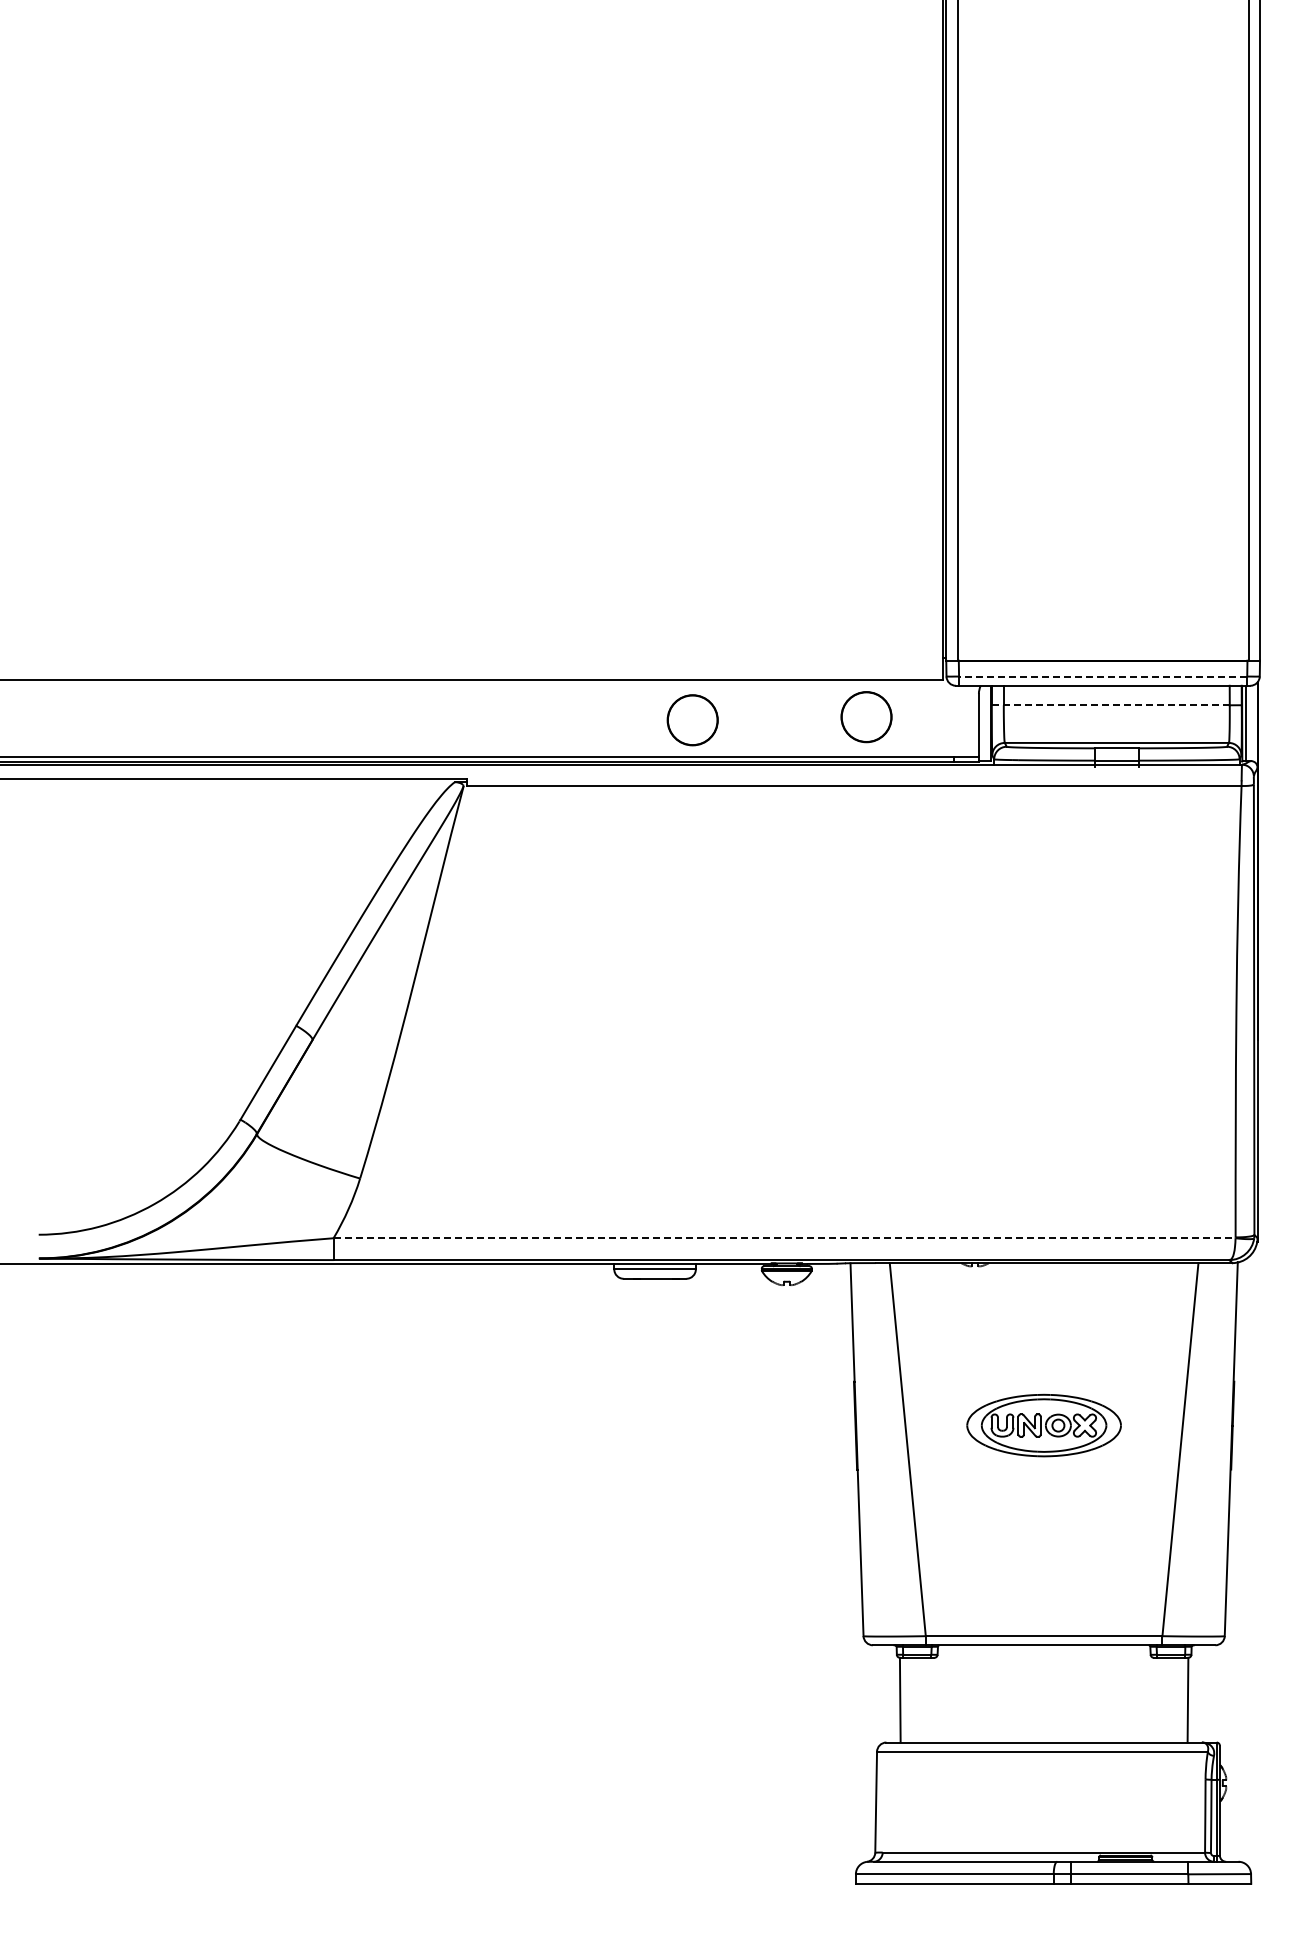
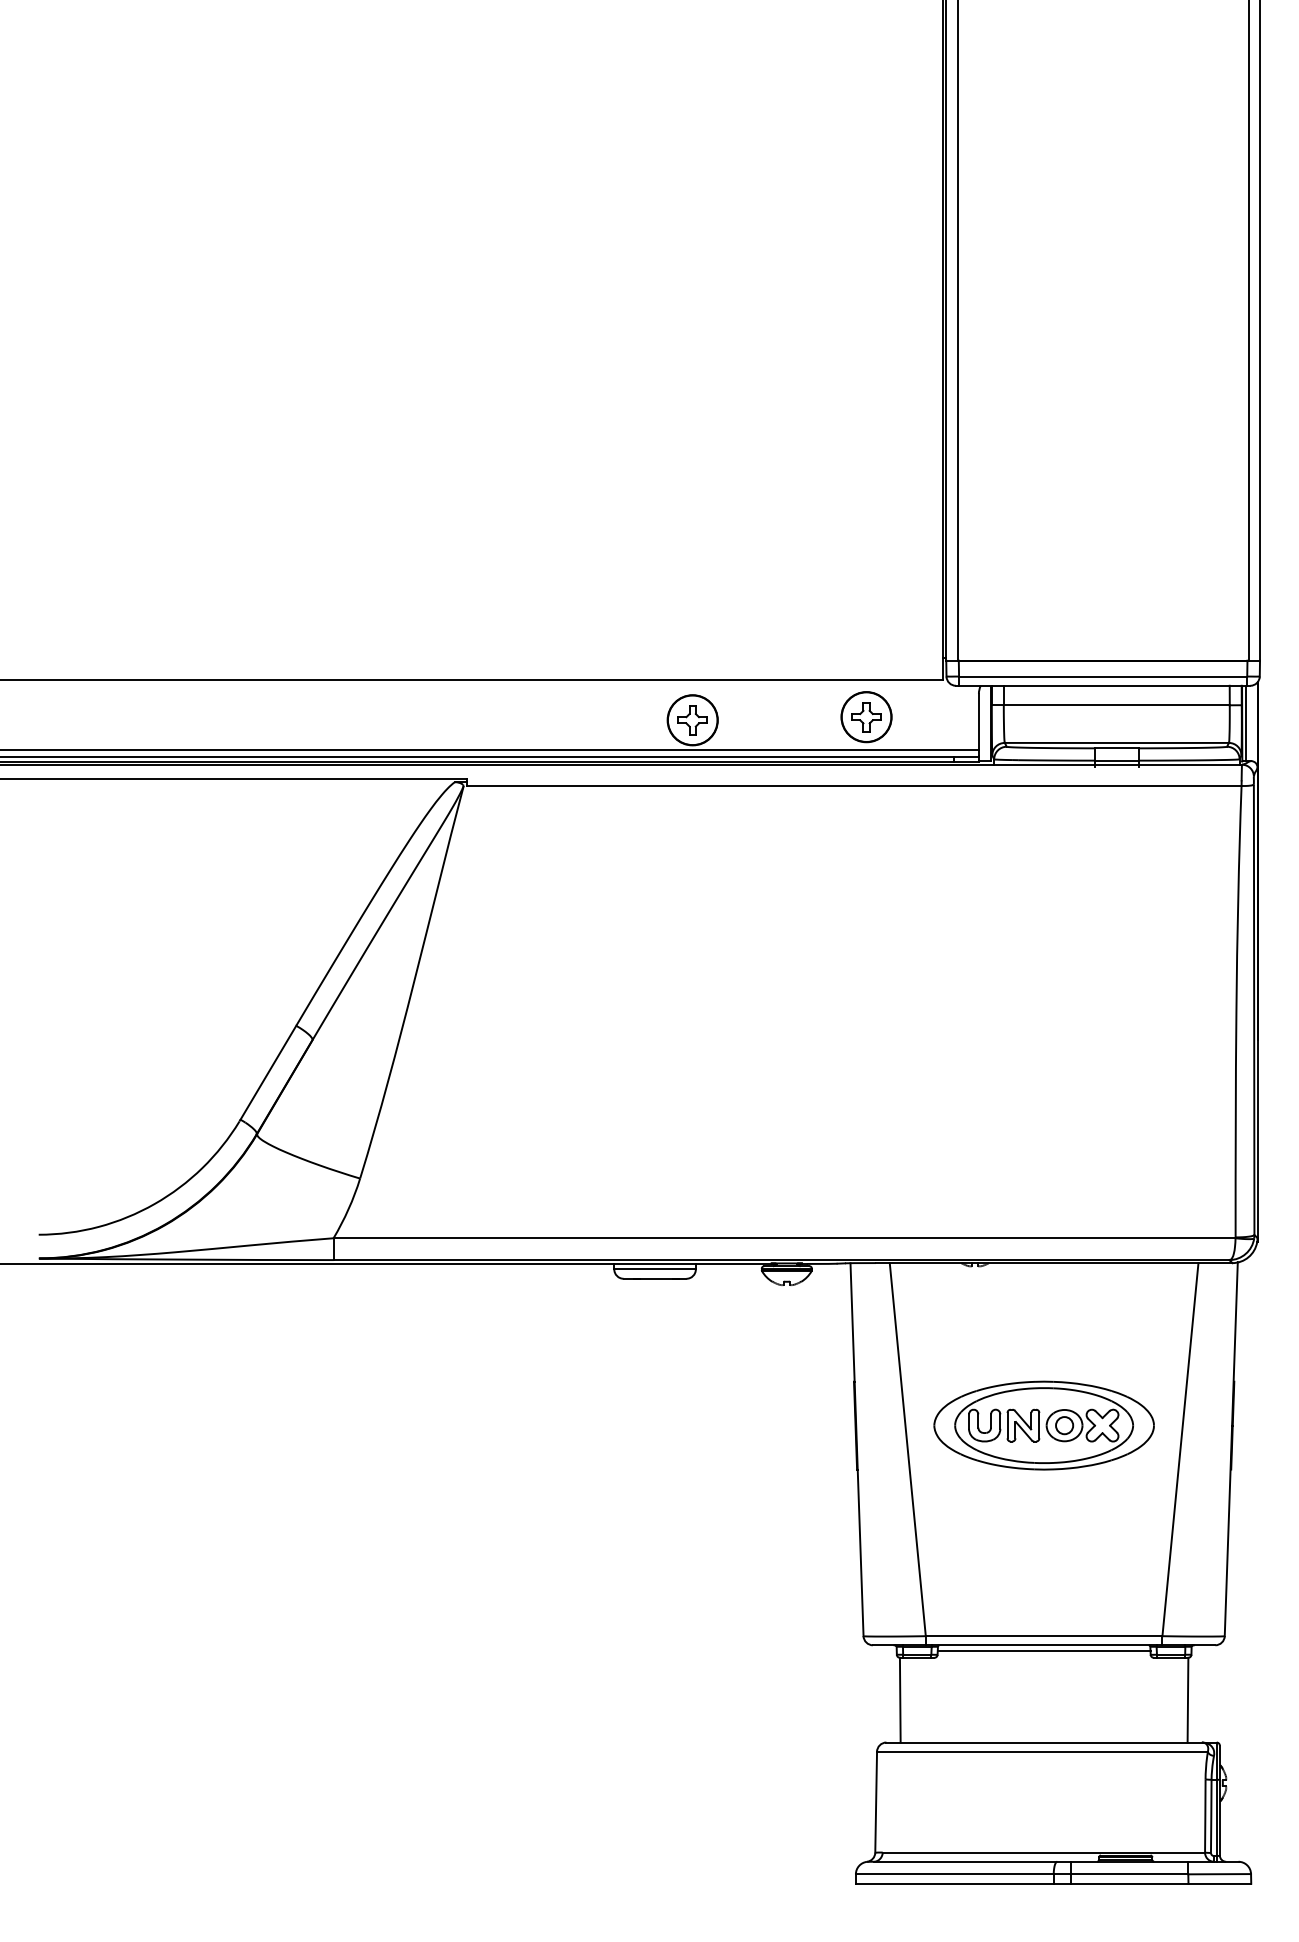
line at (1102, 676): dashed -> solid
line at (1110, 705): dashed -> solid
part at (866, 717): none -> present
part at (692, 720): none -> present
line at (490, 750): none -> present
line at (784, 1238): dashed -> solid
part at (1043, 1425) size: 156x65 px -> 222x91 px
line at (1043, 1651): none -> present
